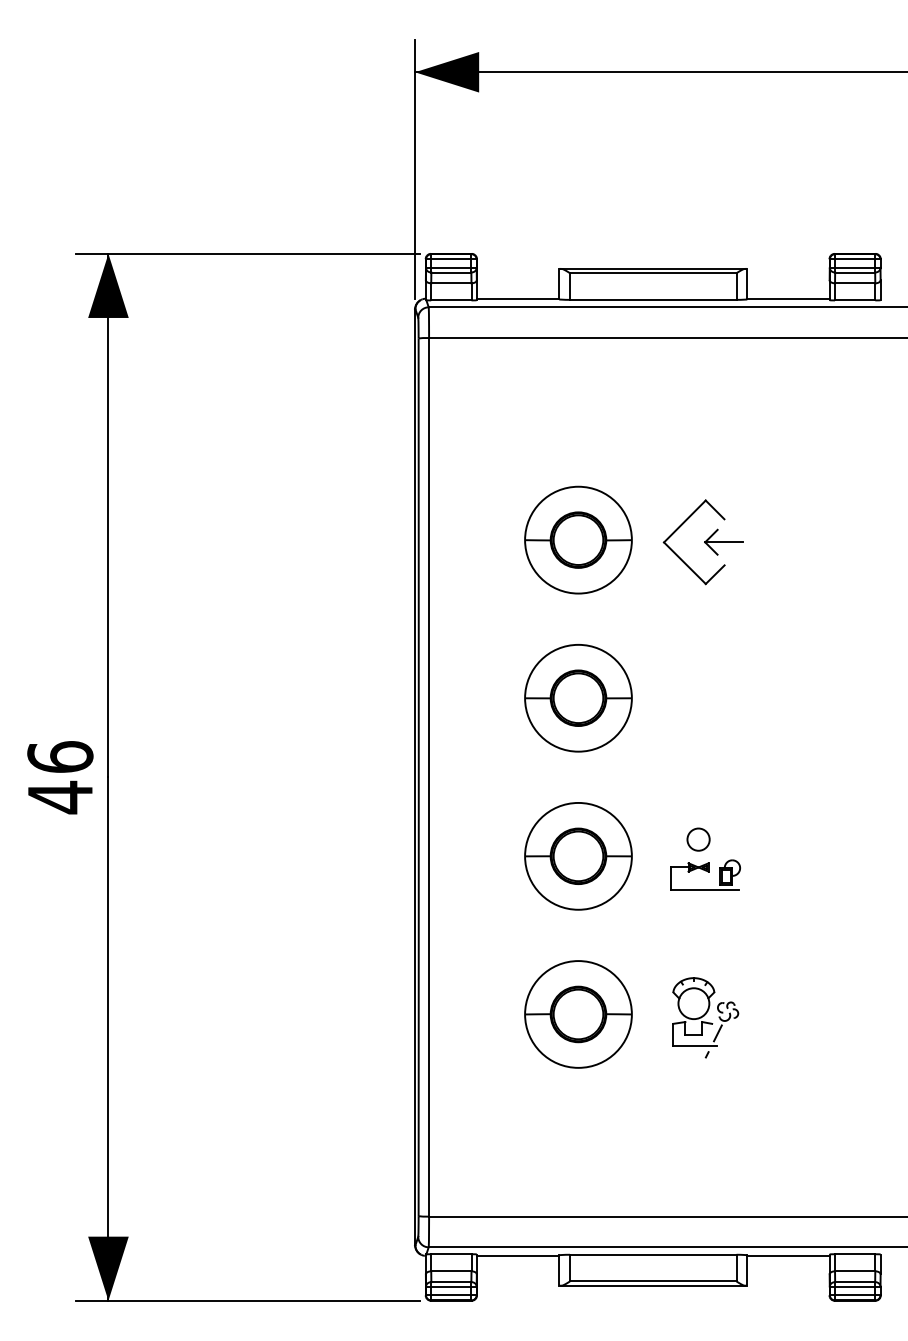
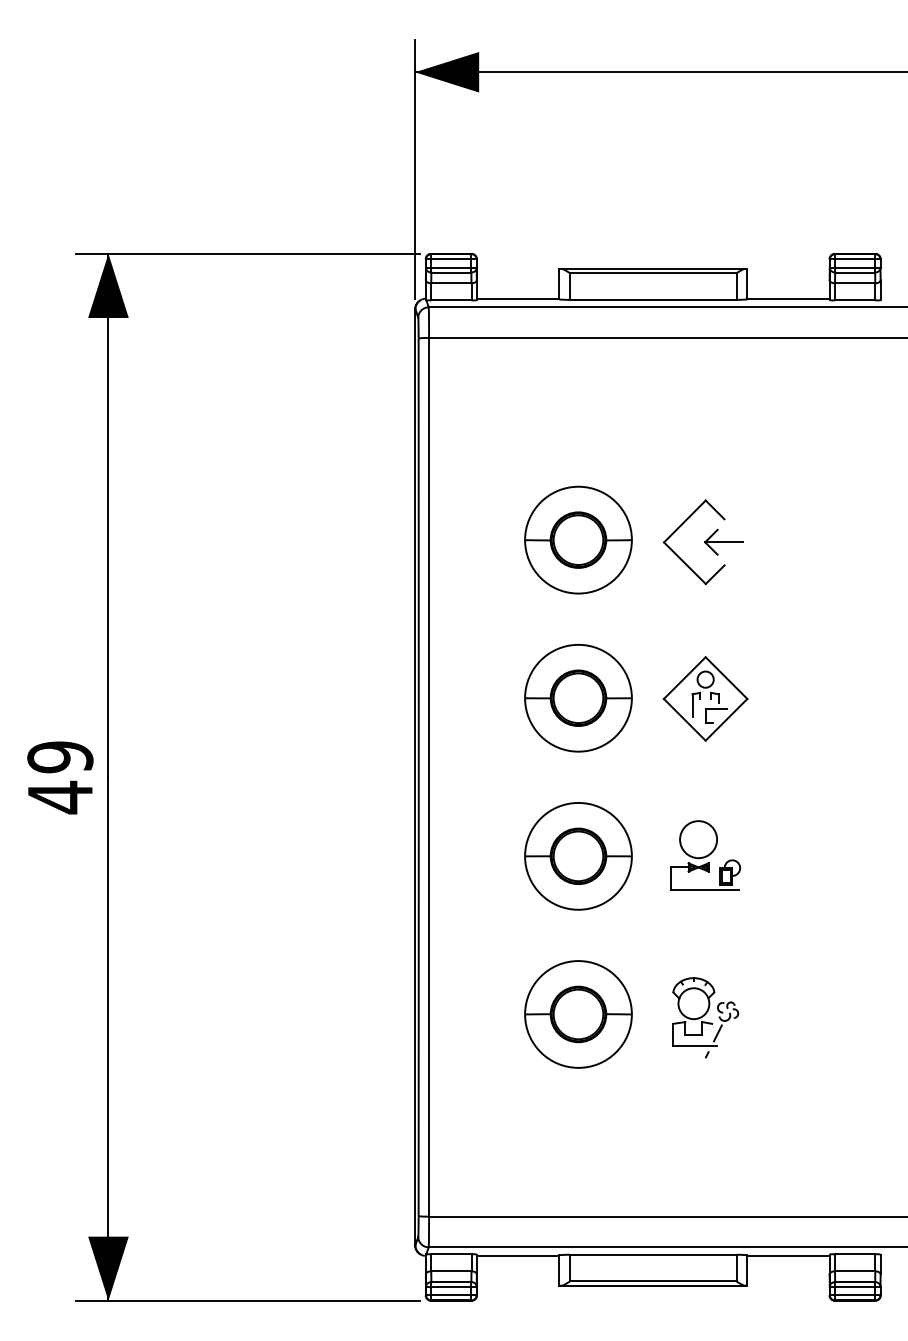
part at (705, 698): none -> present
text at (60, 757): 46 -> 49
circle at (698, 839) diameter: 22 px -> 37 px
